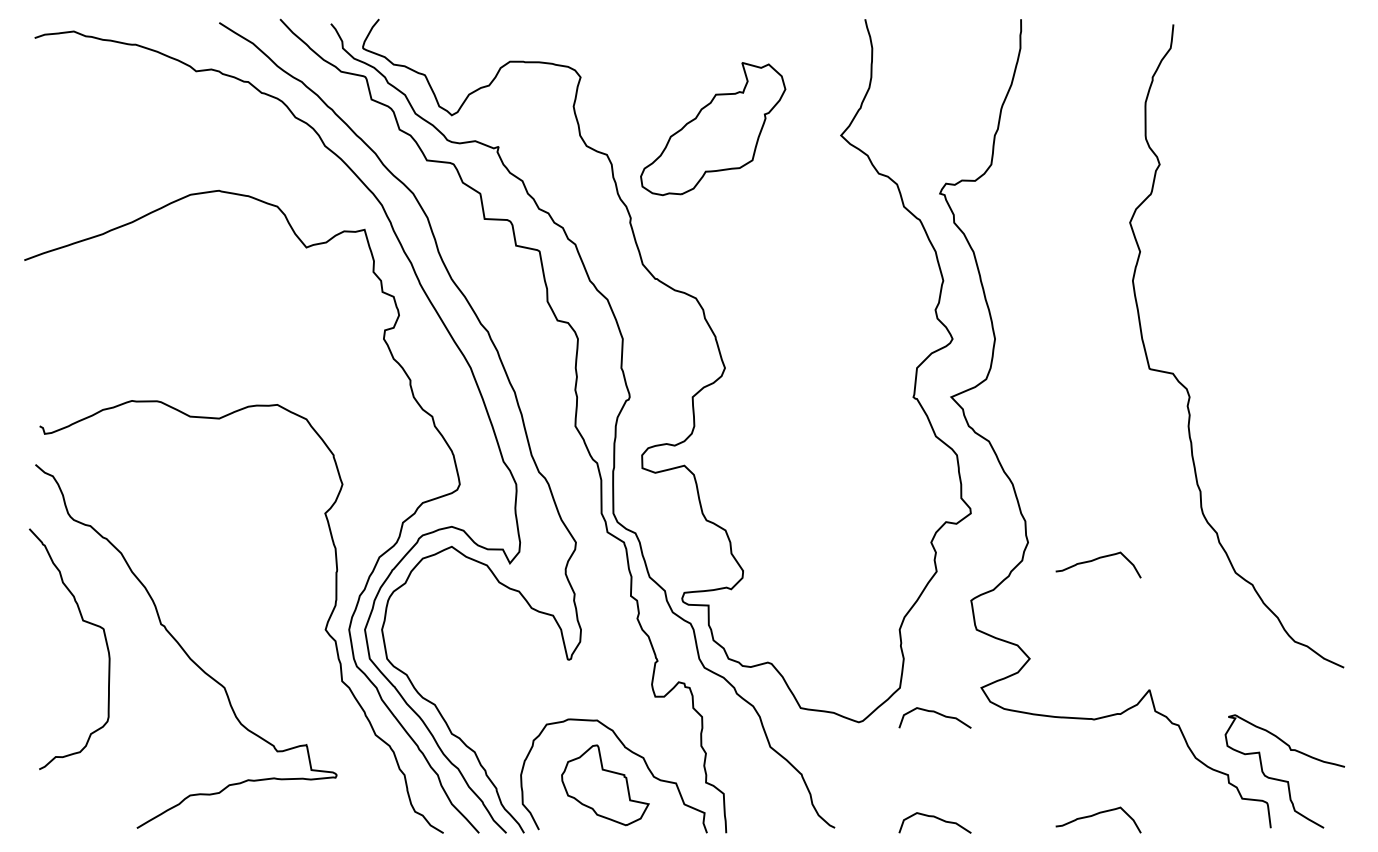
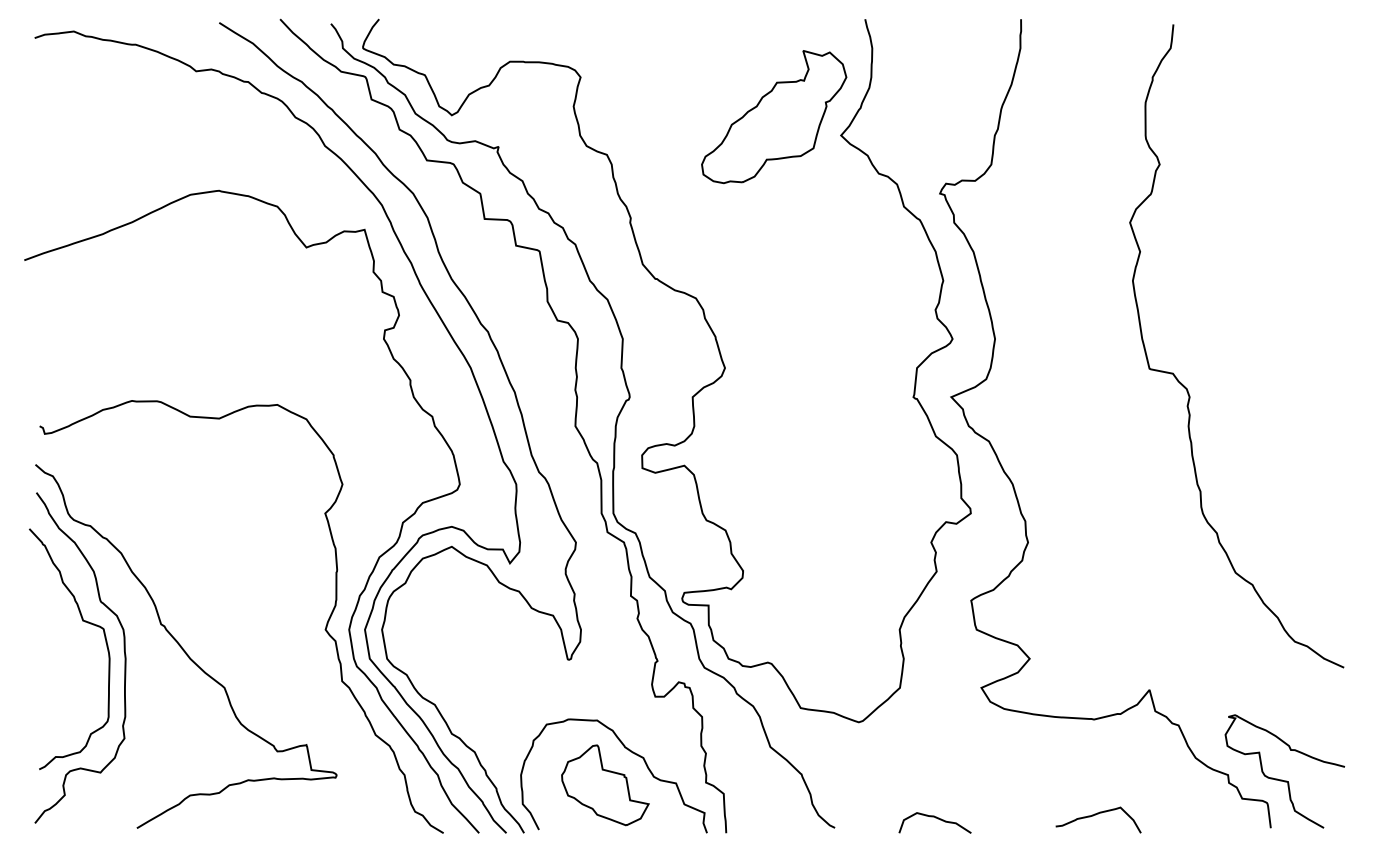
part at (713, 129) position: (713, 129) -> (774, 117)
curve at (1098, 559): present -> none
curve at (123, 650): none -> present
curve at (935, 713): present -> none
